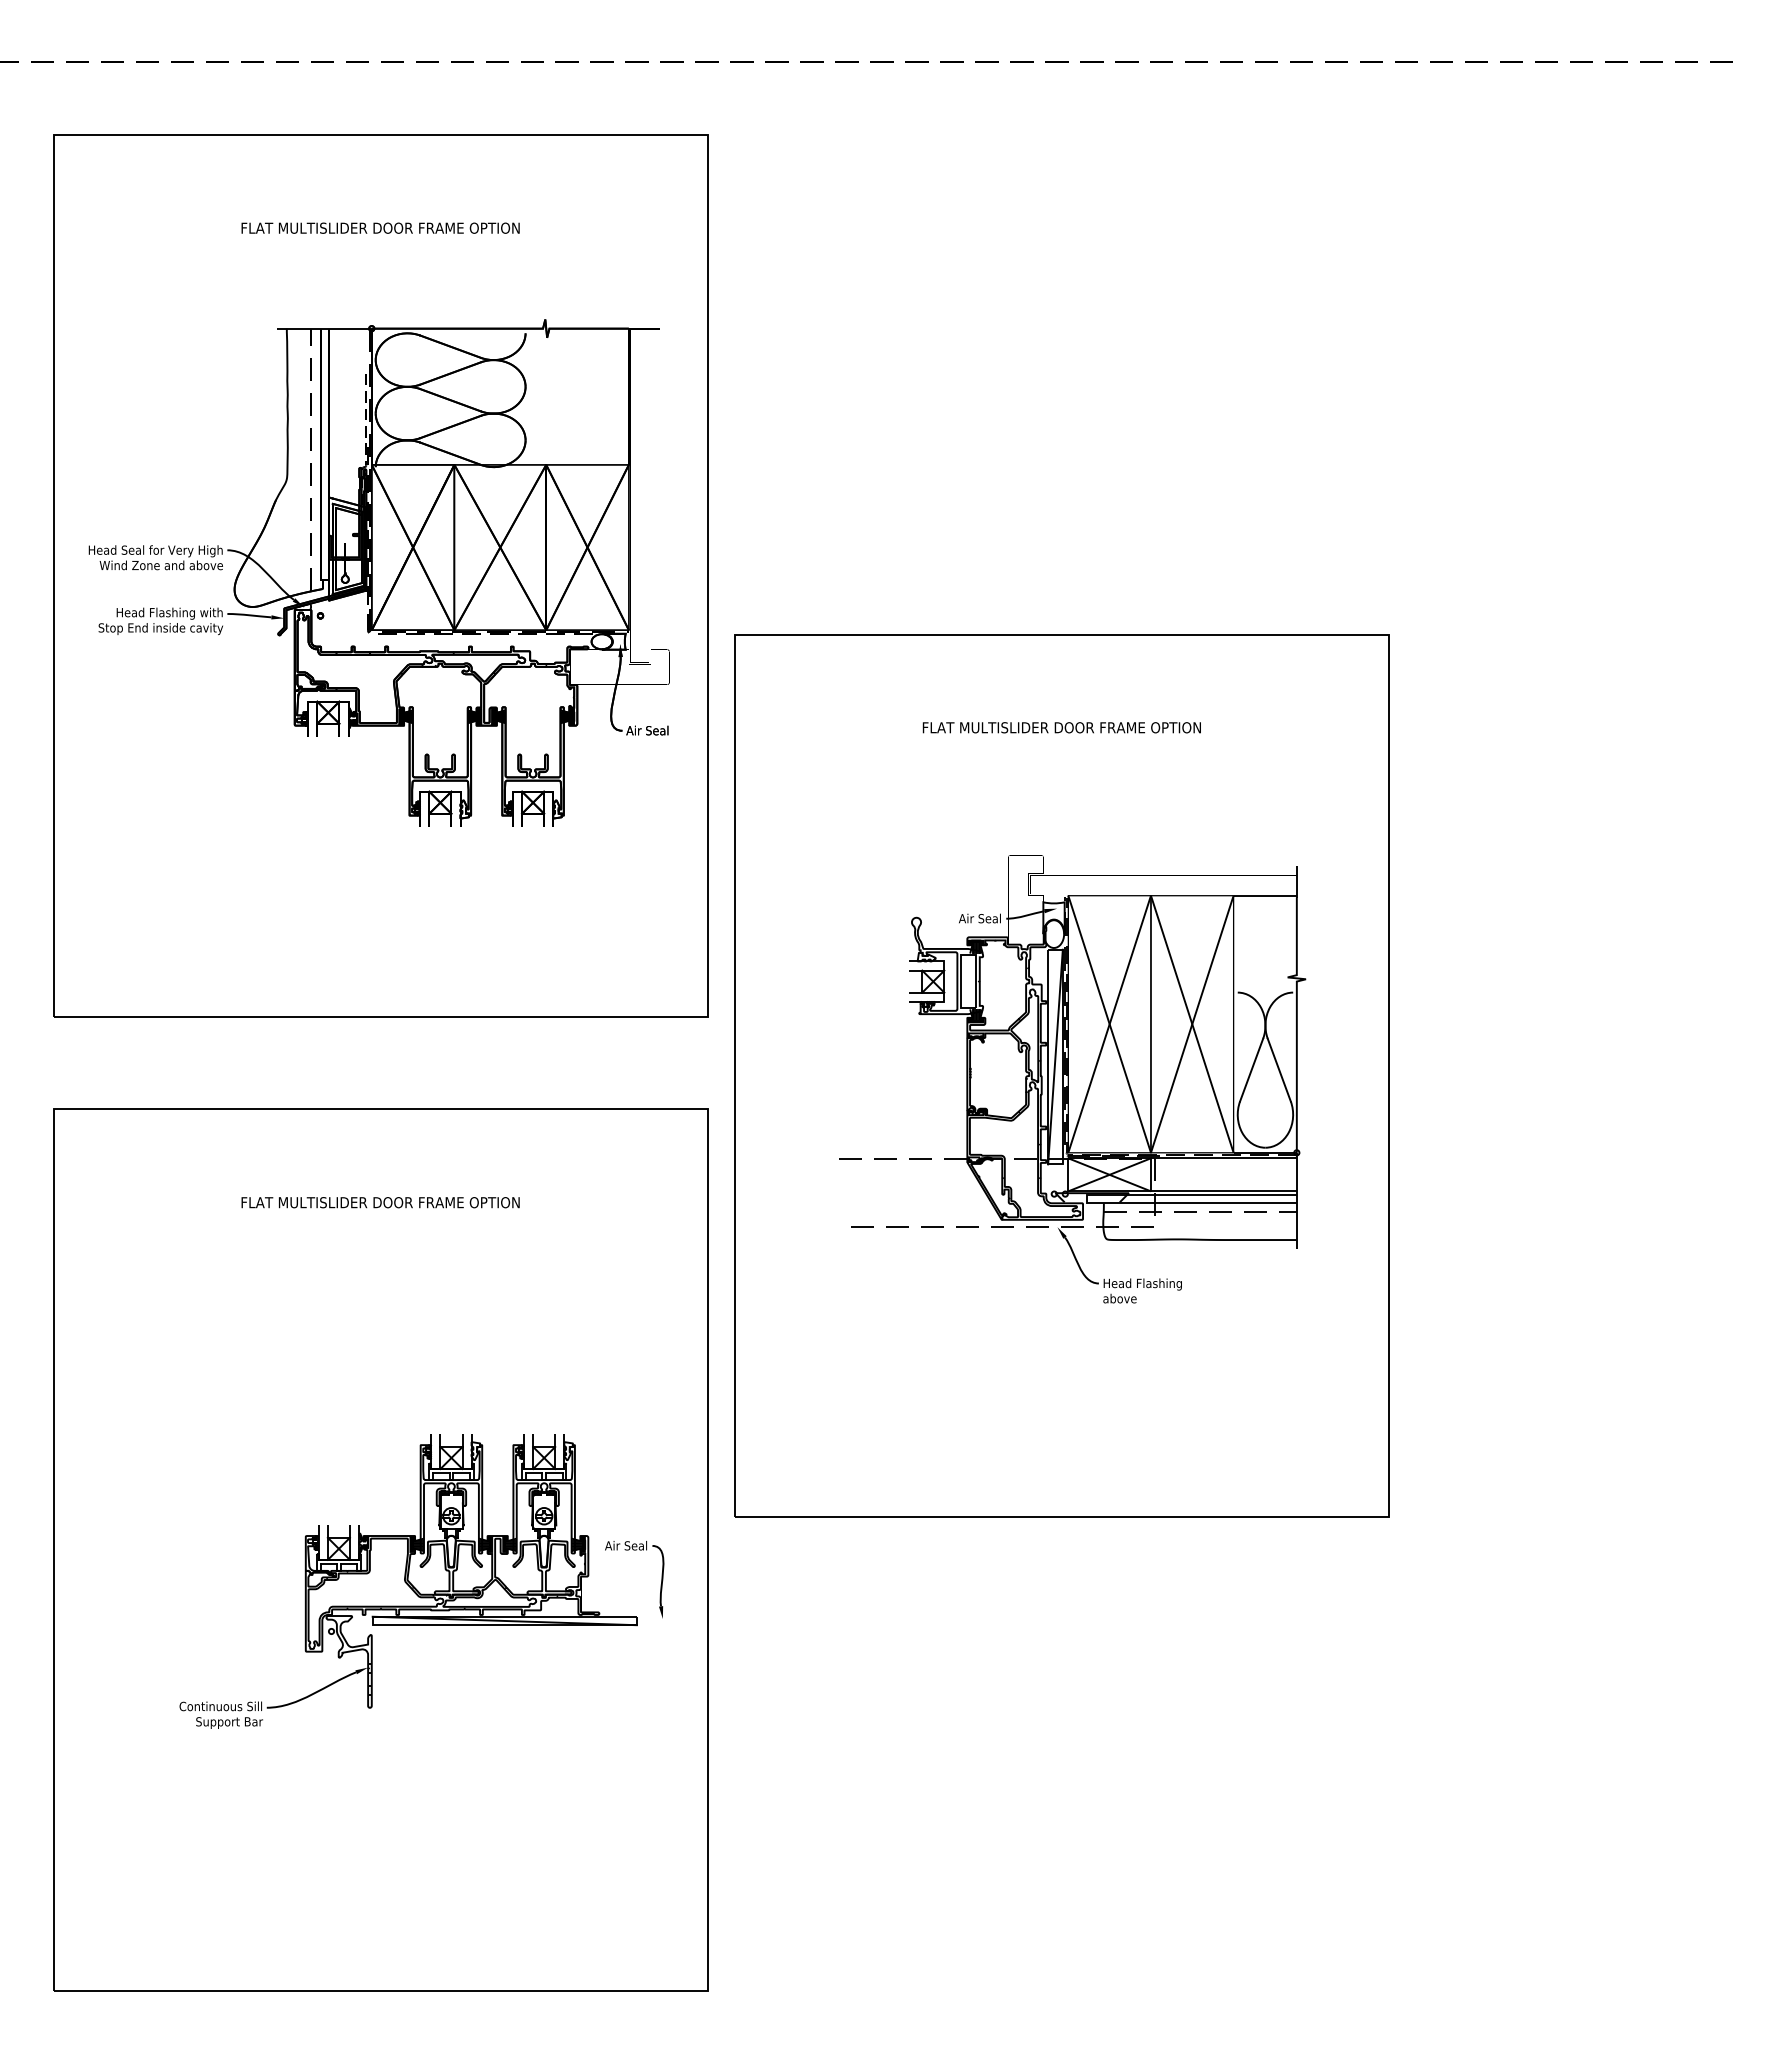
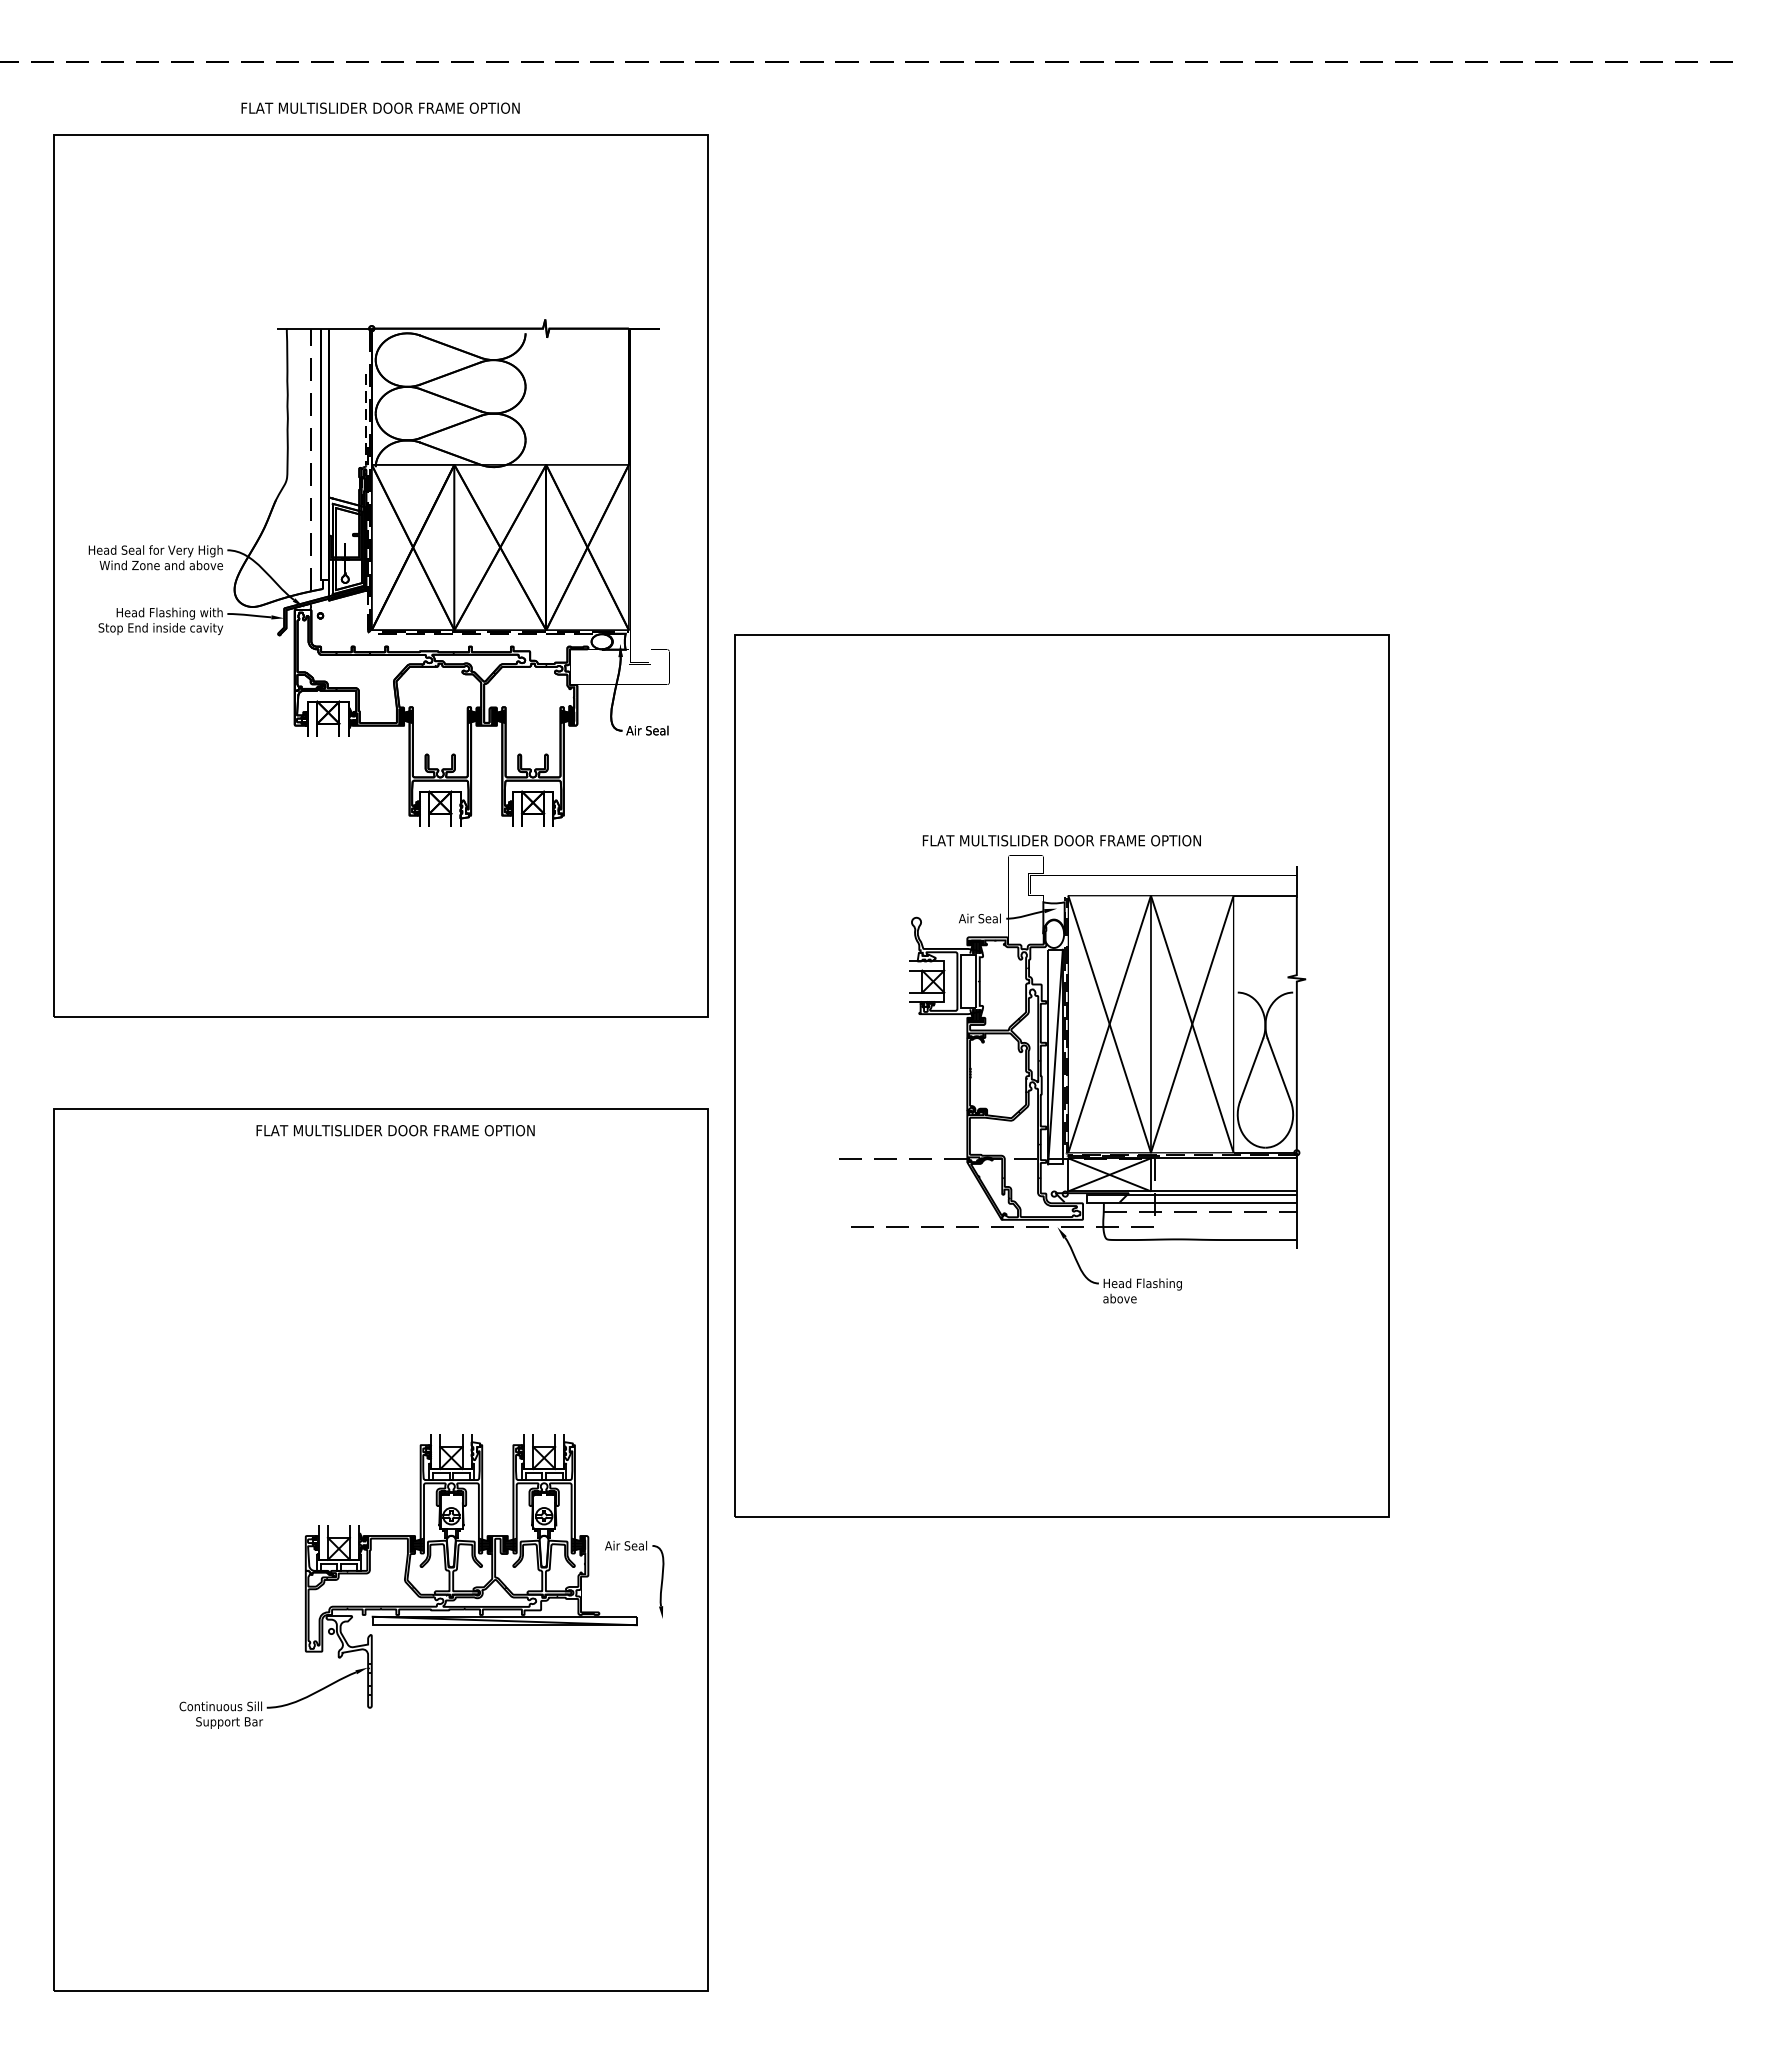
text at (380, 227) position: (380, 227) -> (380, 107)
text at (1061, 727) position: (1061, 727) -> (1061, 840)
text at (380, 1202) position: (380, 1202) -> (395, 1130)
